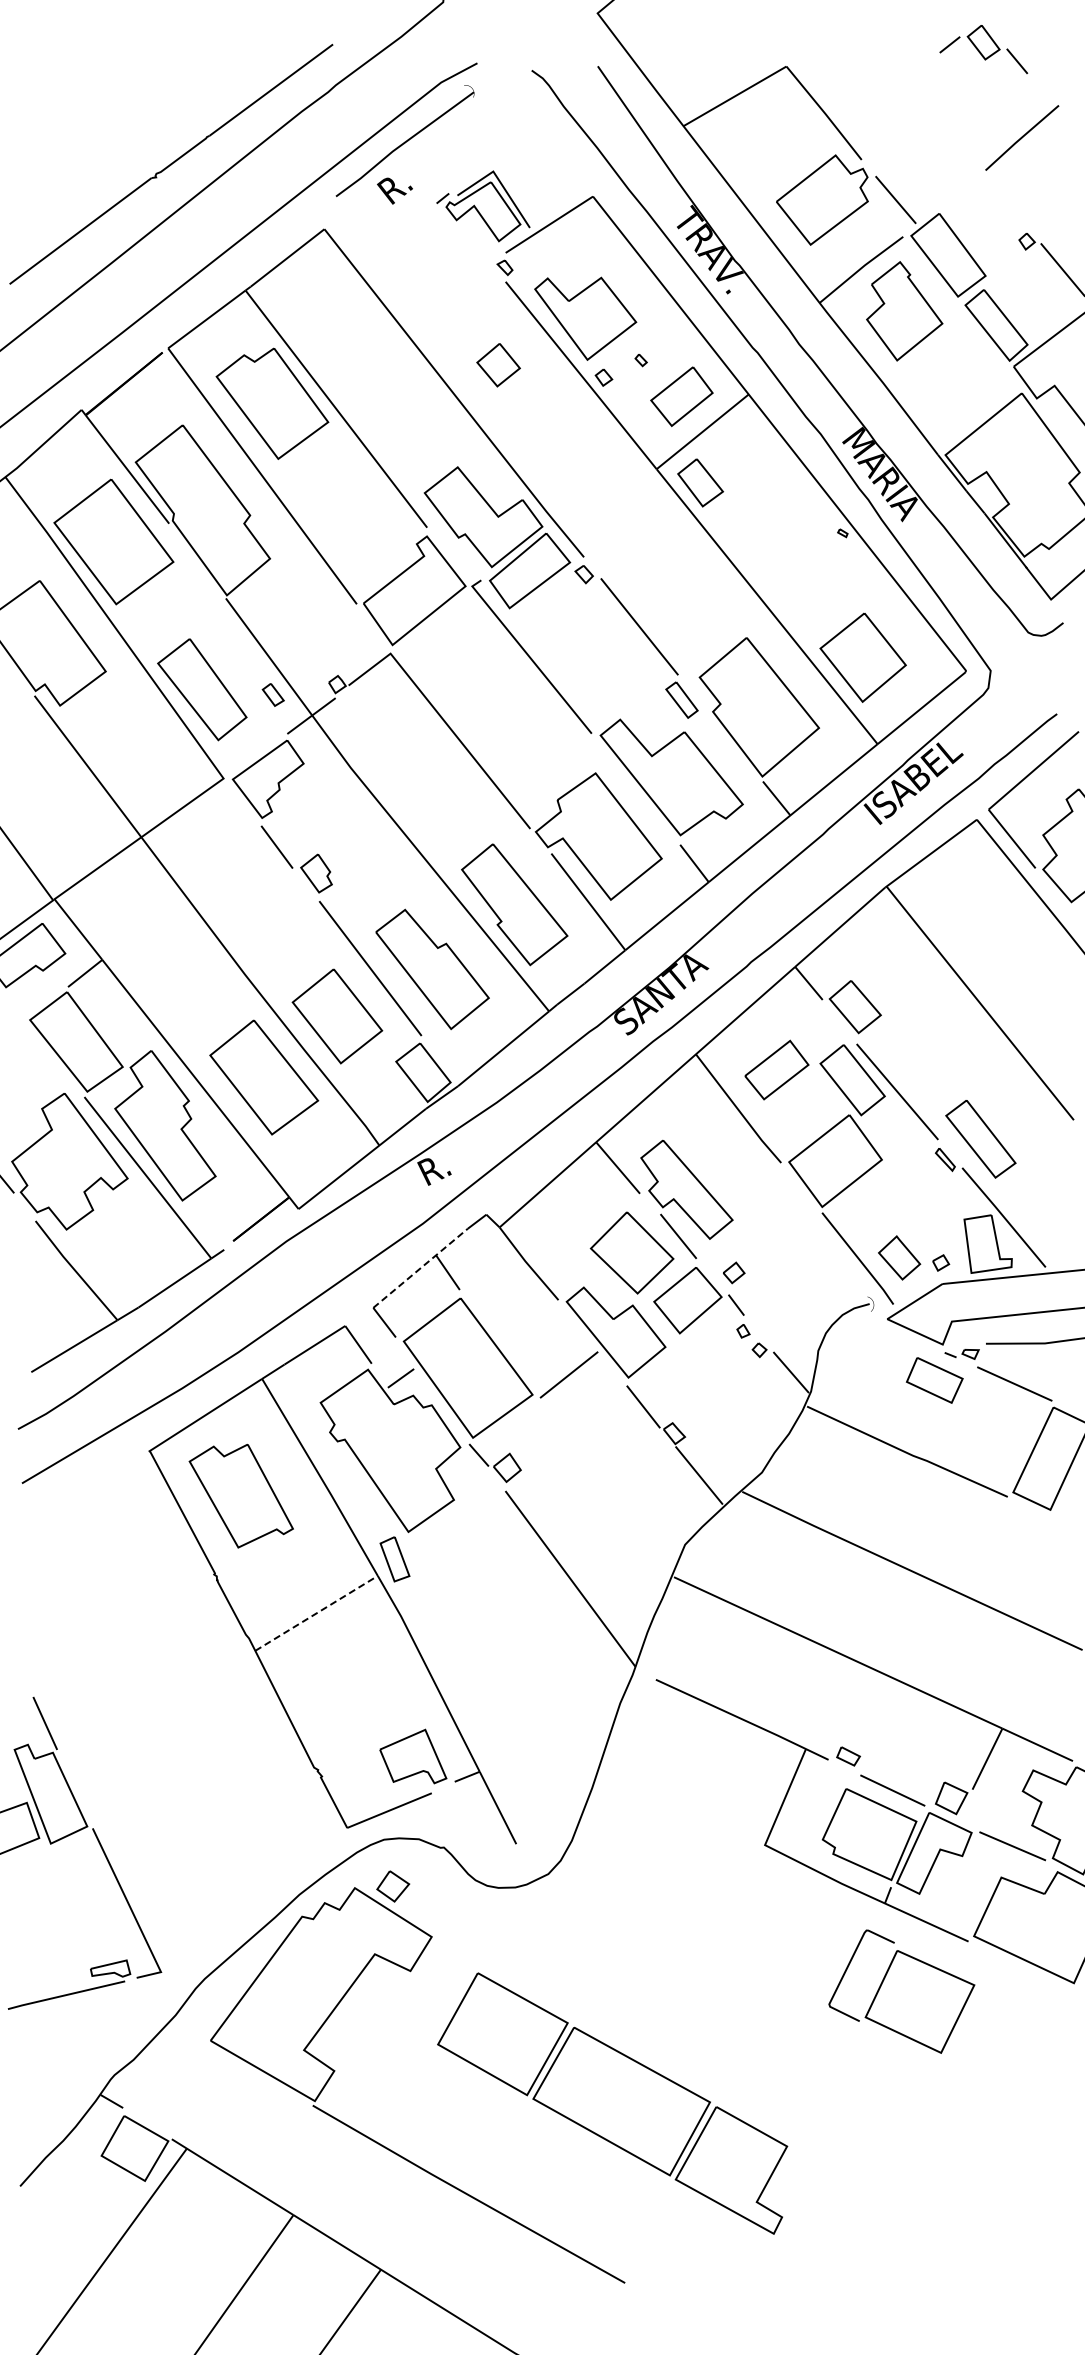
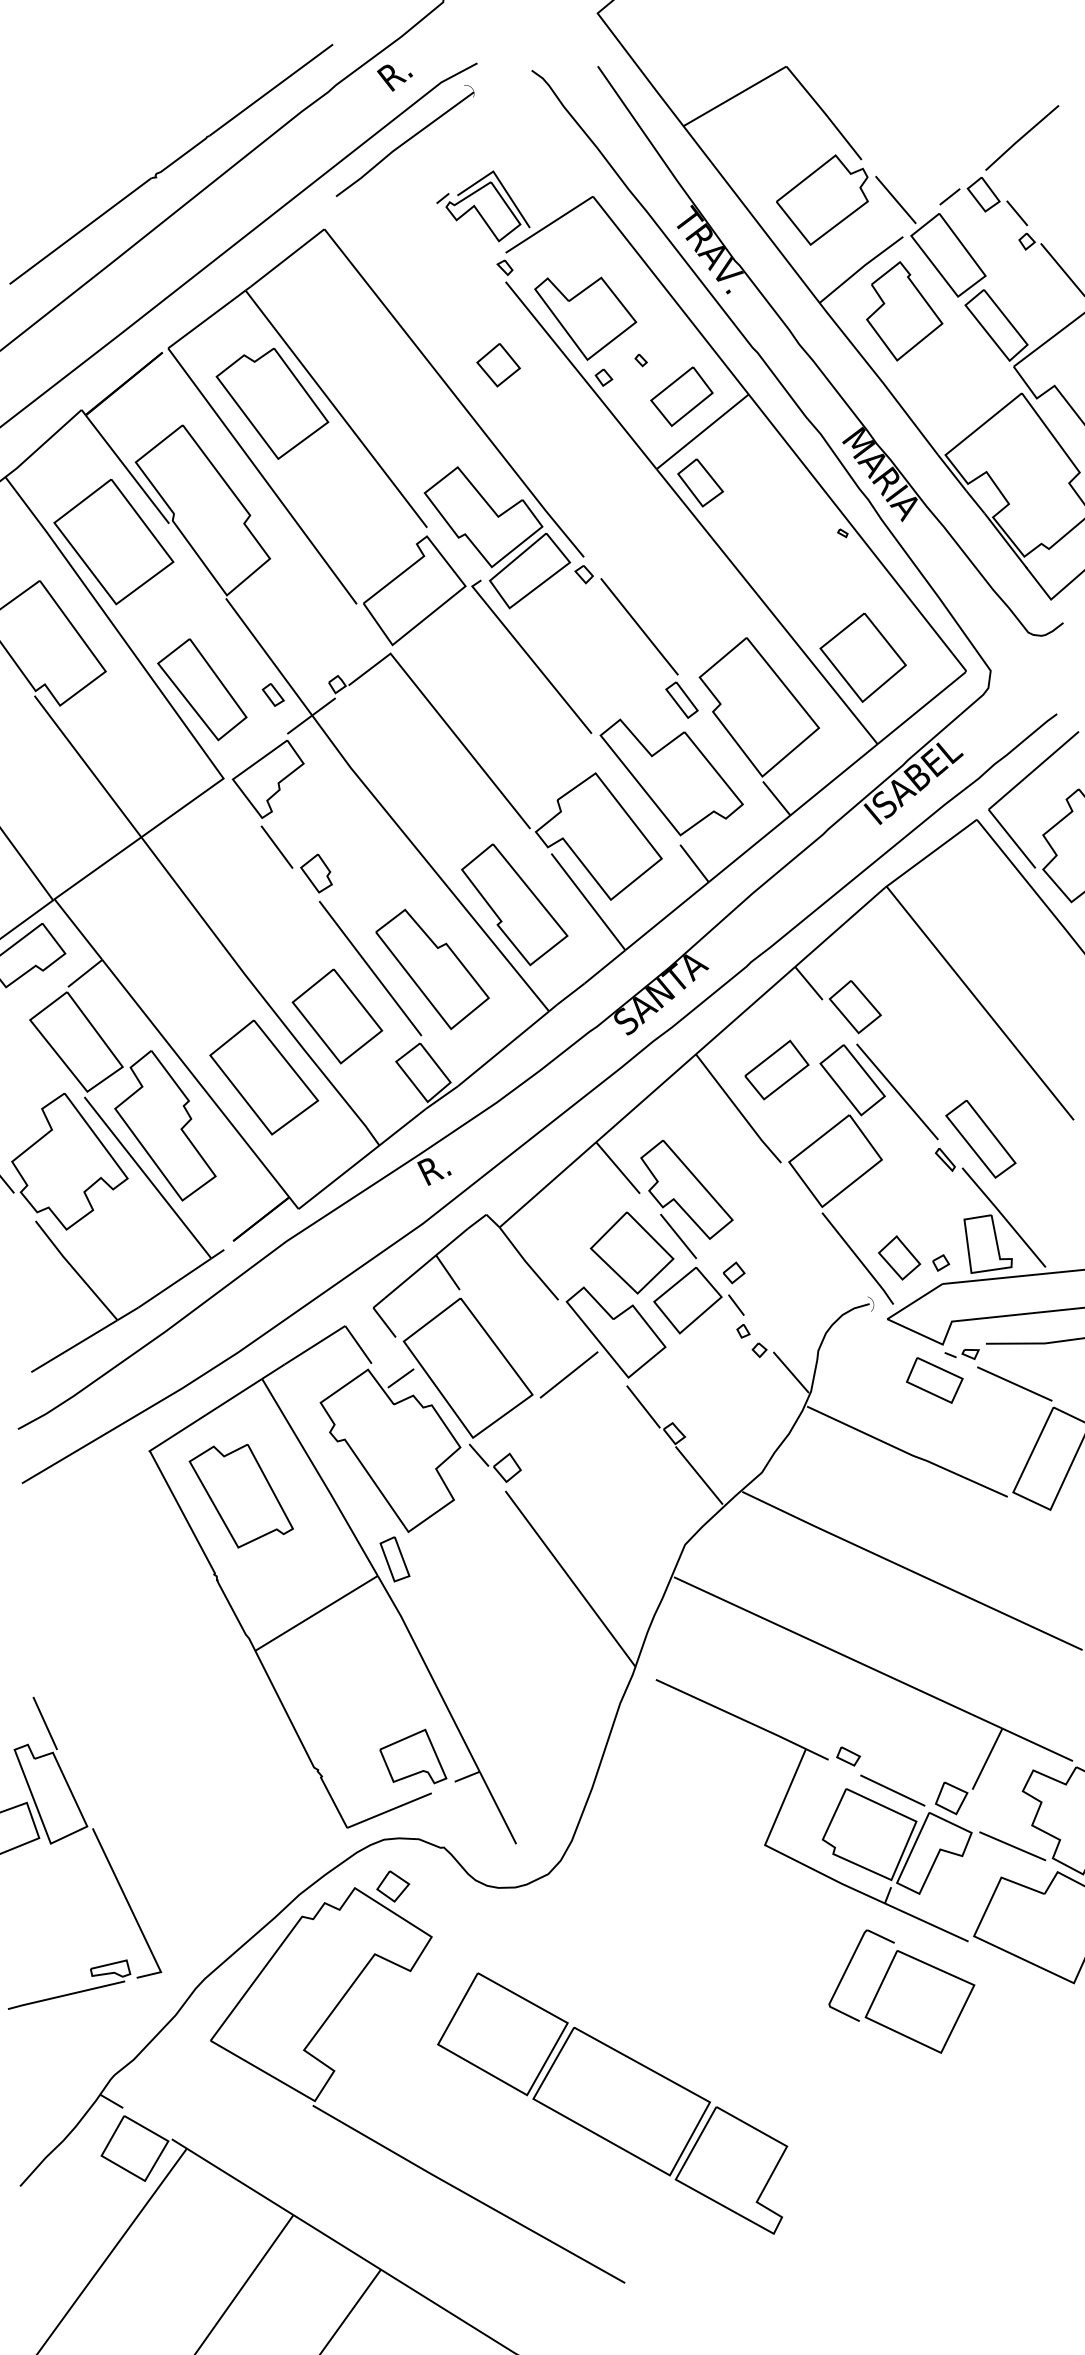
part at (983, 49) position: (983, 49) -> (983, 201)
text at (394, 190) position: (394, 190) -> (394, 77)
line at (420, 1268): dashed -> solid
line at (316, 1613): dashed -> solid
